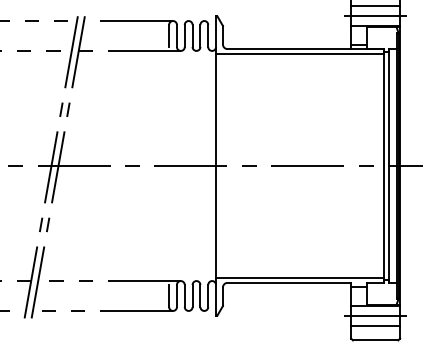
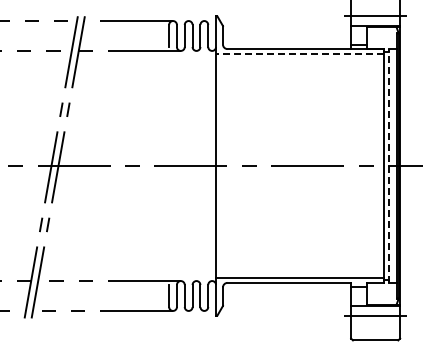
line at (375, 6): present -> none
line at (299, 53): solid -> dashed
line at (389, 165): solid -> dashed
line at (375, 325): present -> none
